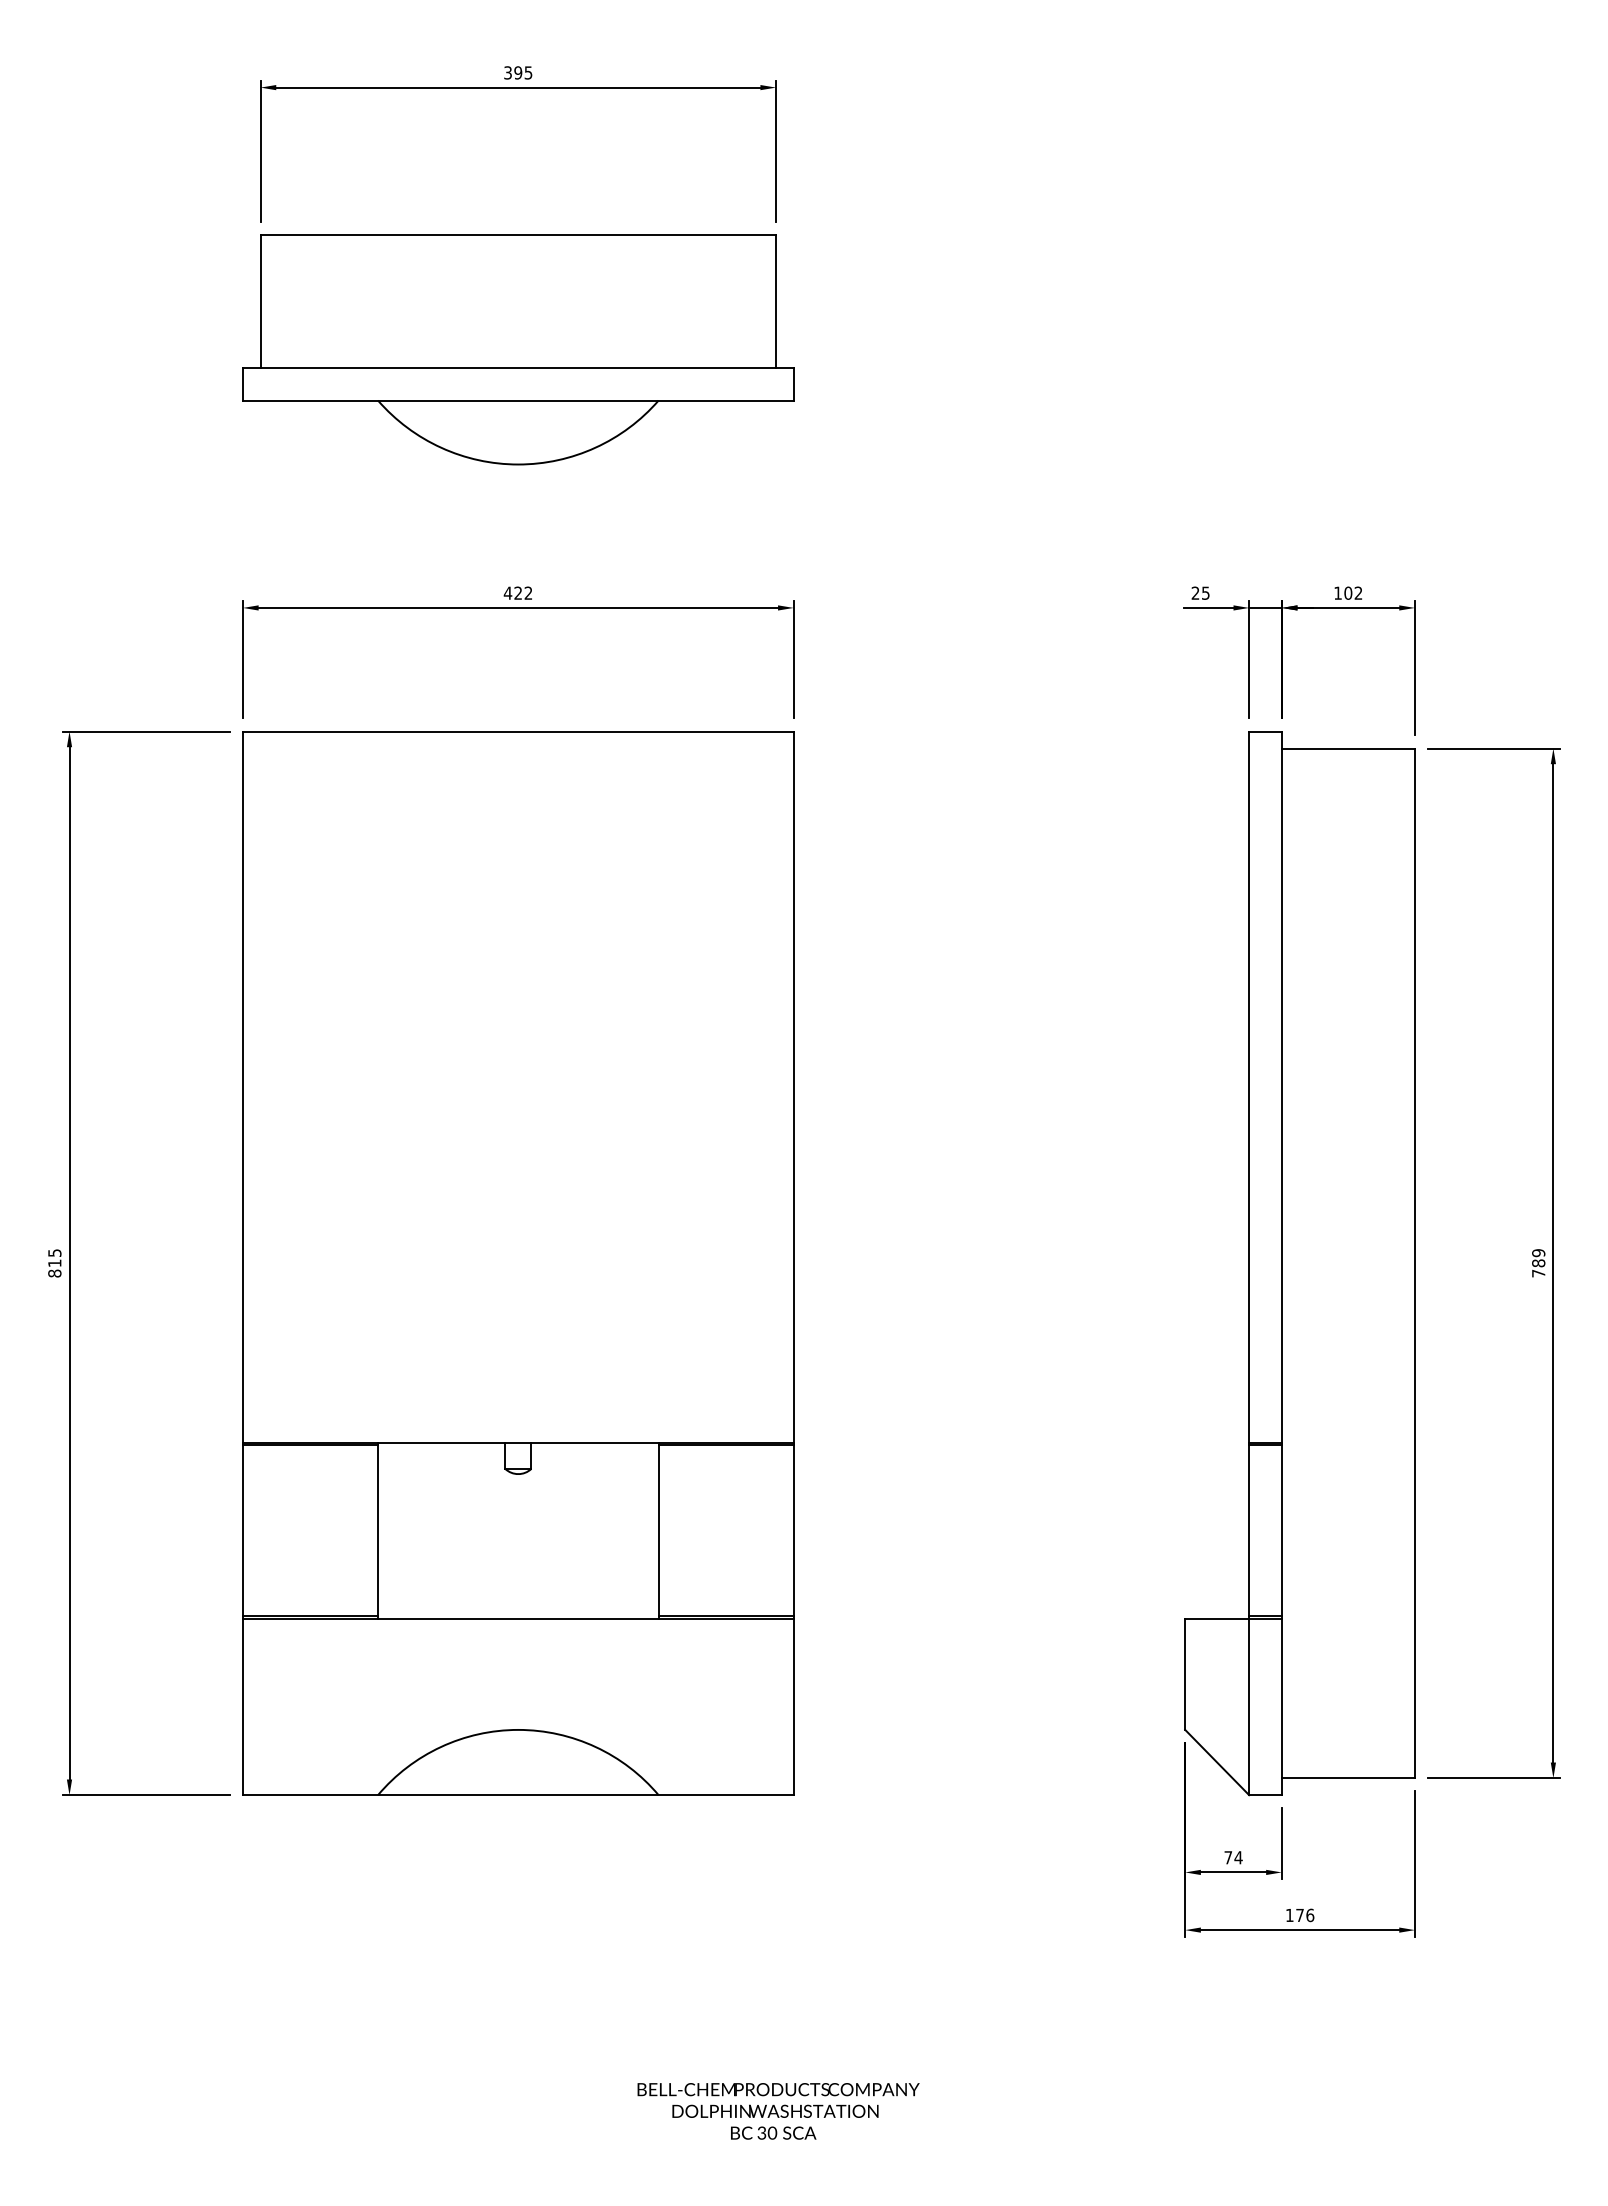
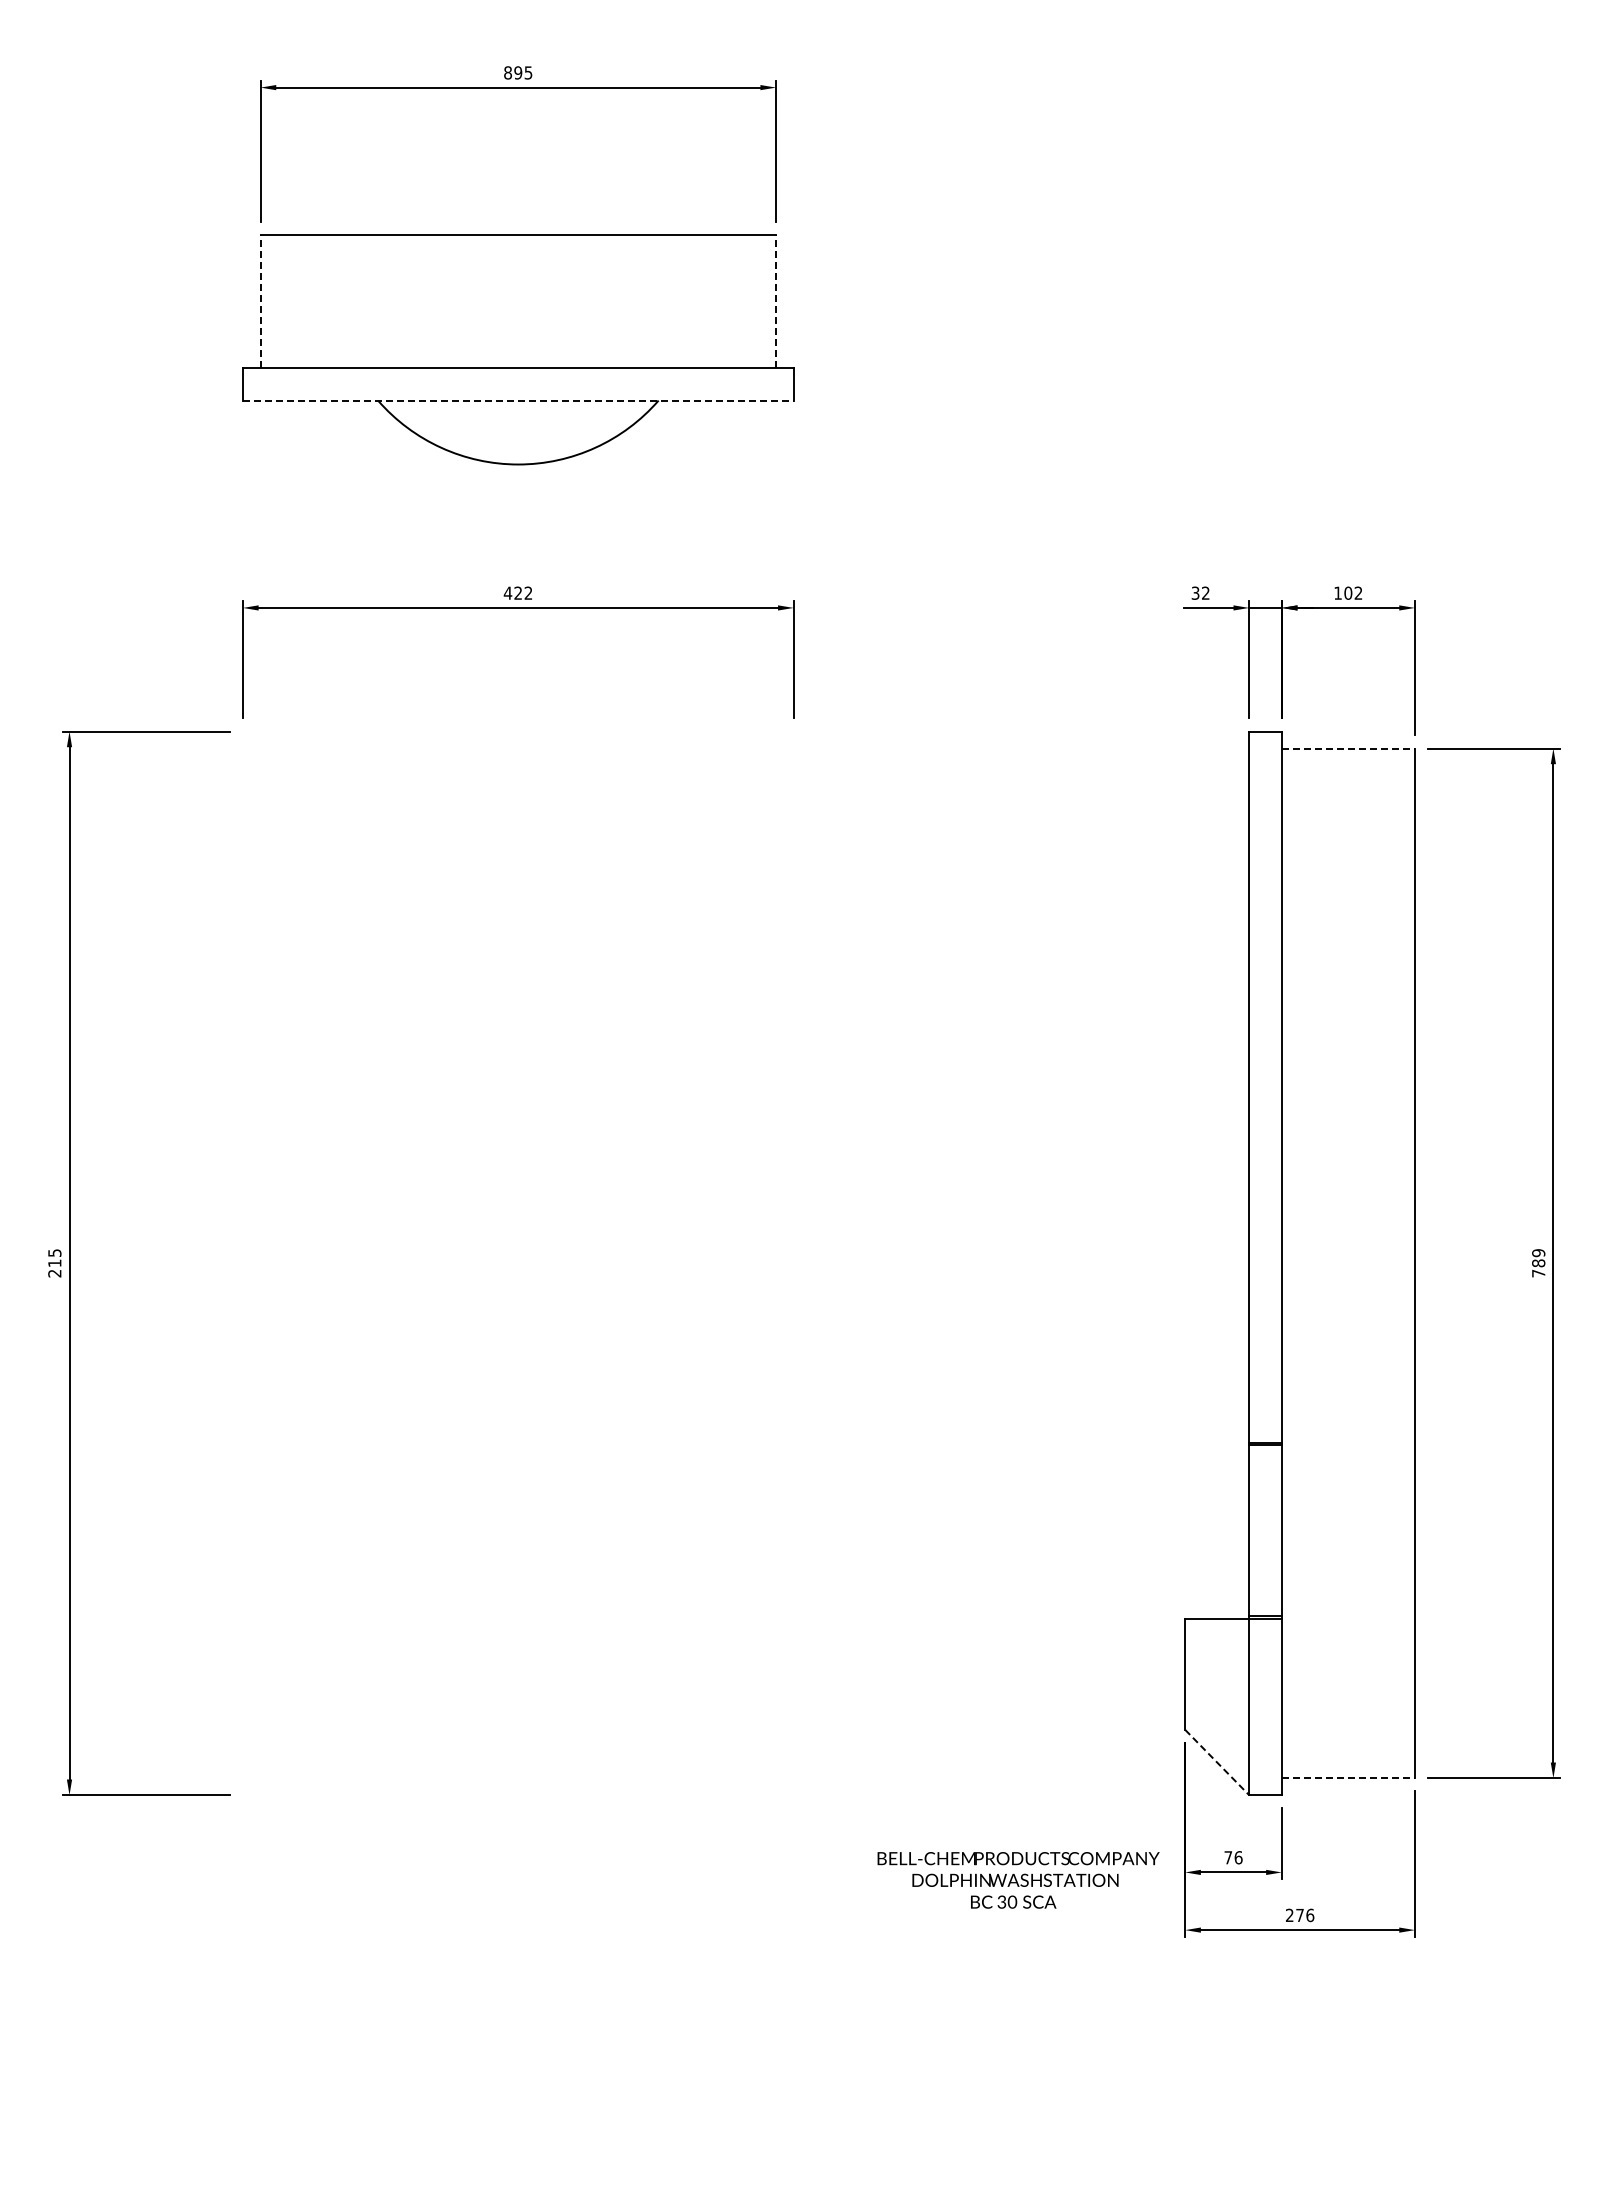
text at (507, 72): 395 -> 895
line at (260, 301): solid -> dashed
line at (776, 301): solid -> dashed
line at (518, 400): solid -> dashed
text at (1200, 592): 25 -> 32
line at (1348, 748): solid -> dashed
part at (518, 1263): present -> none
text at (54, 1273): 815 -> 215
line at (1217, 1762): solid -> dashed
line at (1348, 1778): solid -> dashed
text at (1238, 1857): 74 -> 76
text at (1289, 1914): 176 -> 276
text at (778, 2111) position: (778, 2111) -> (1018, 1880)
